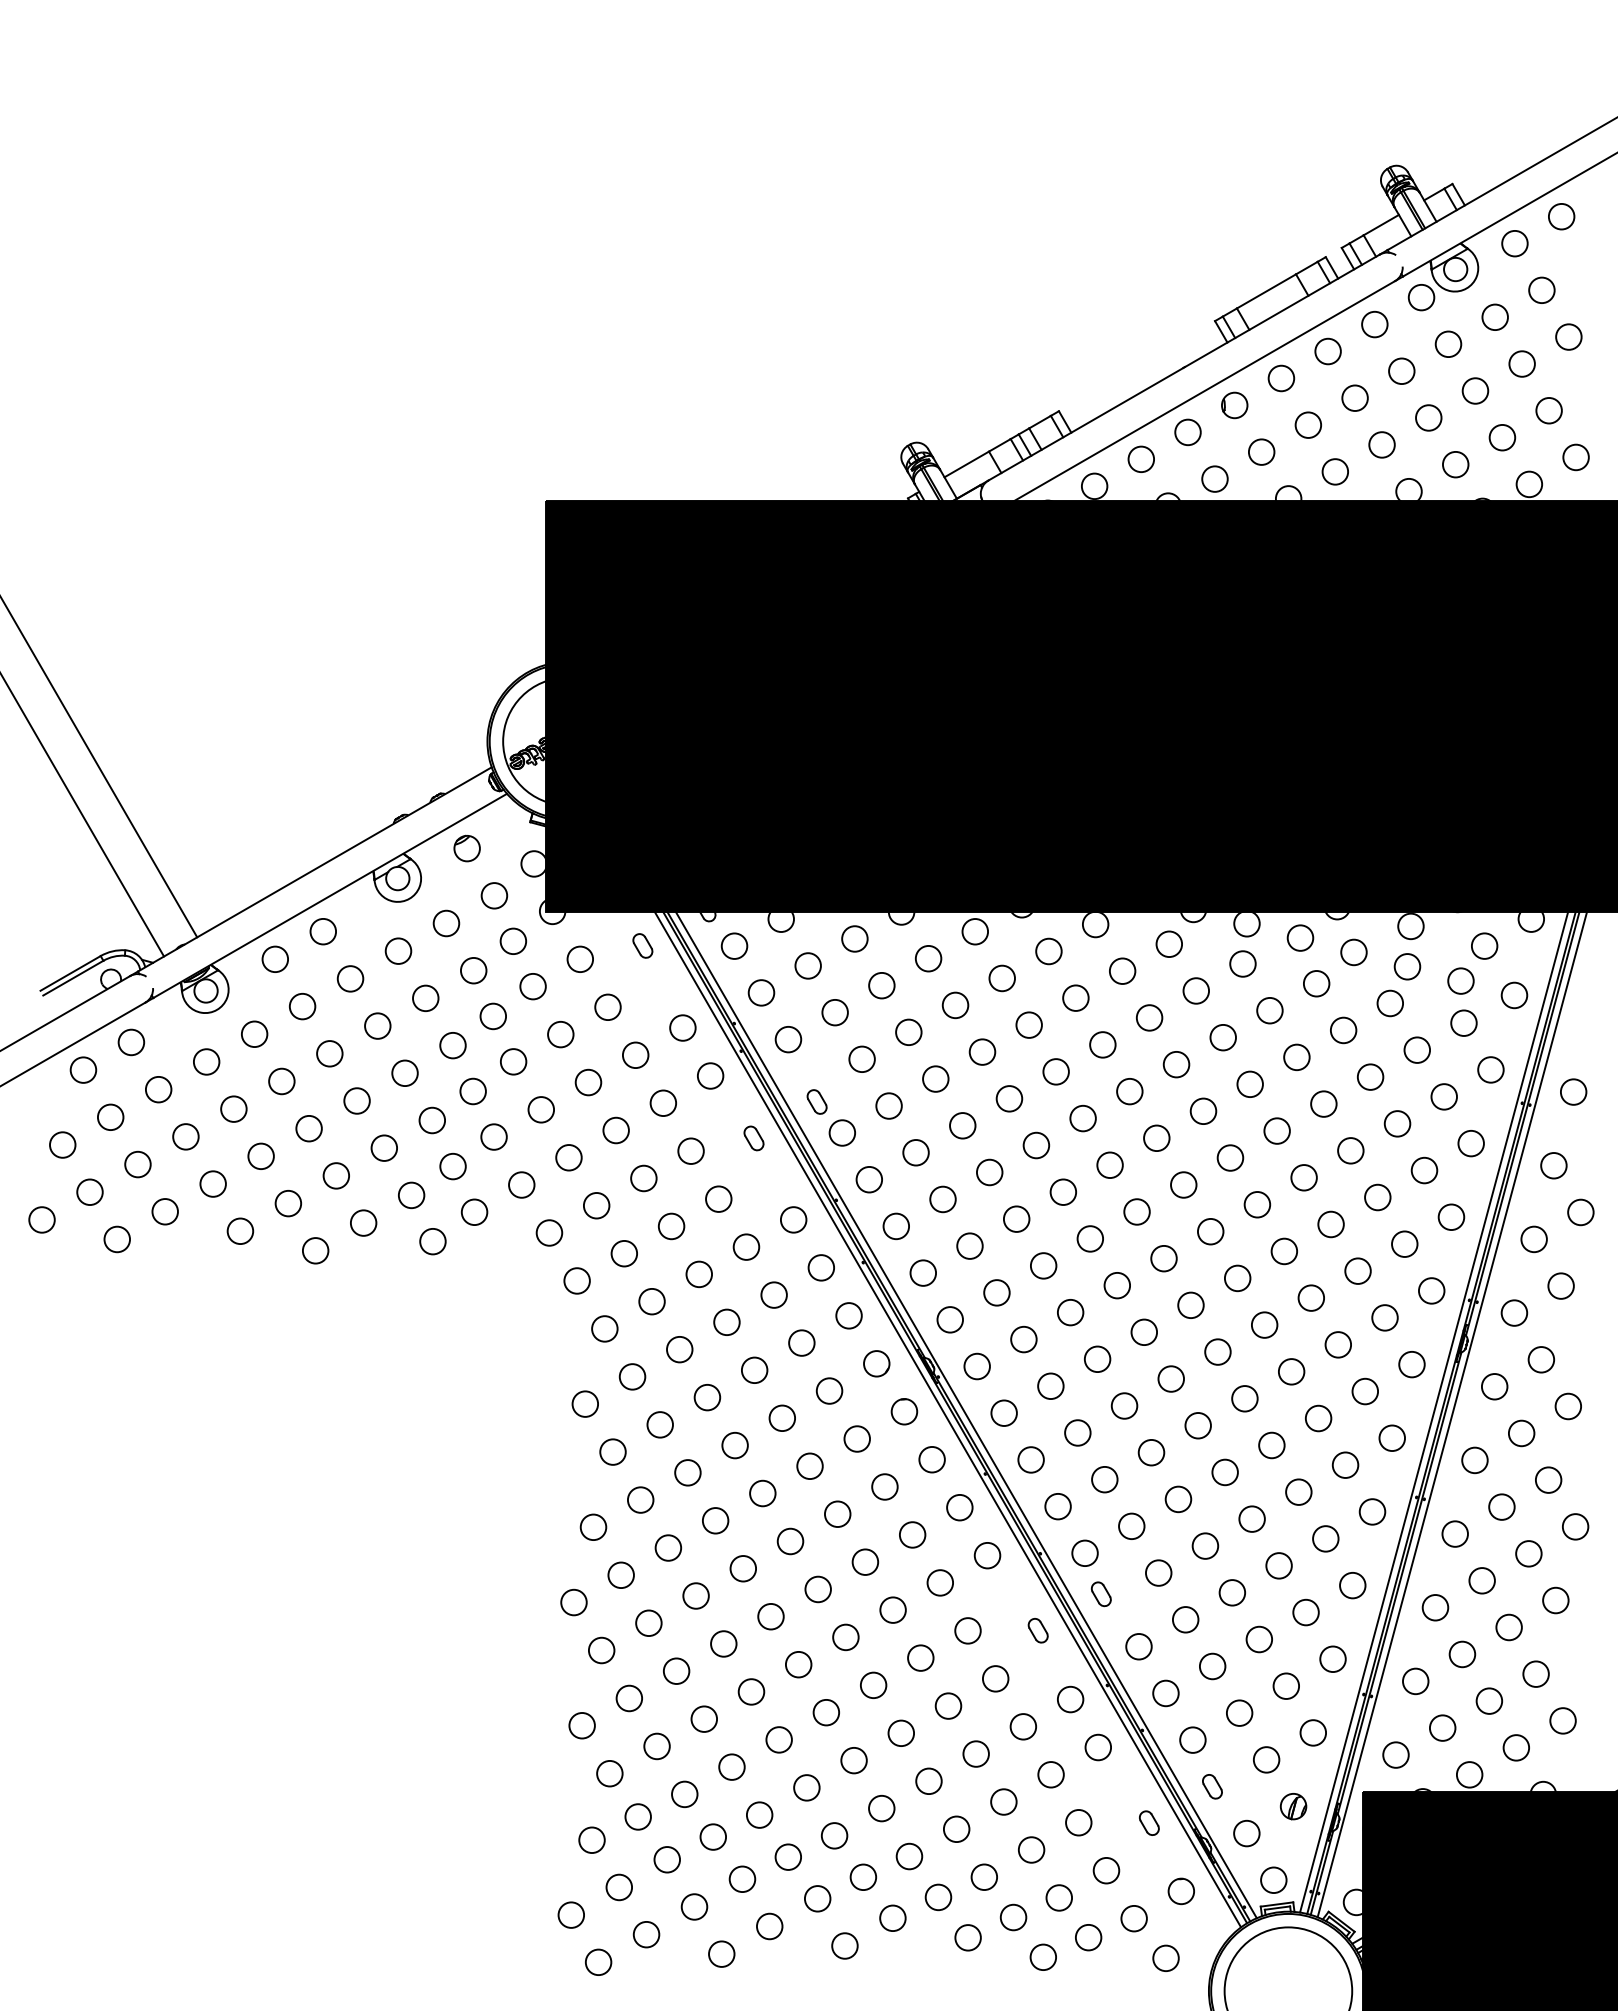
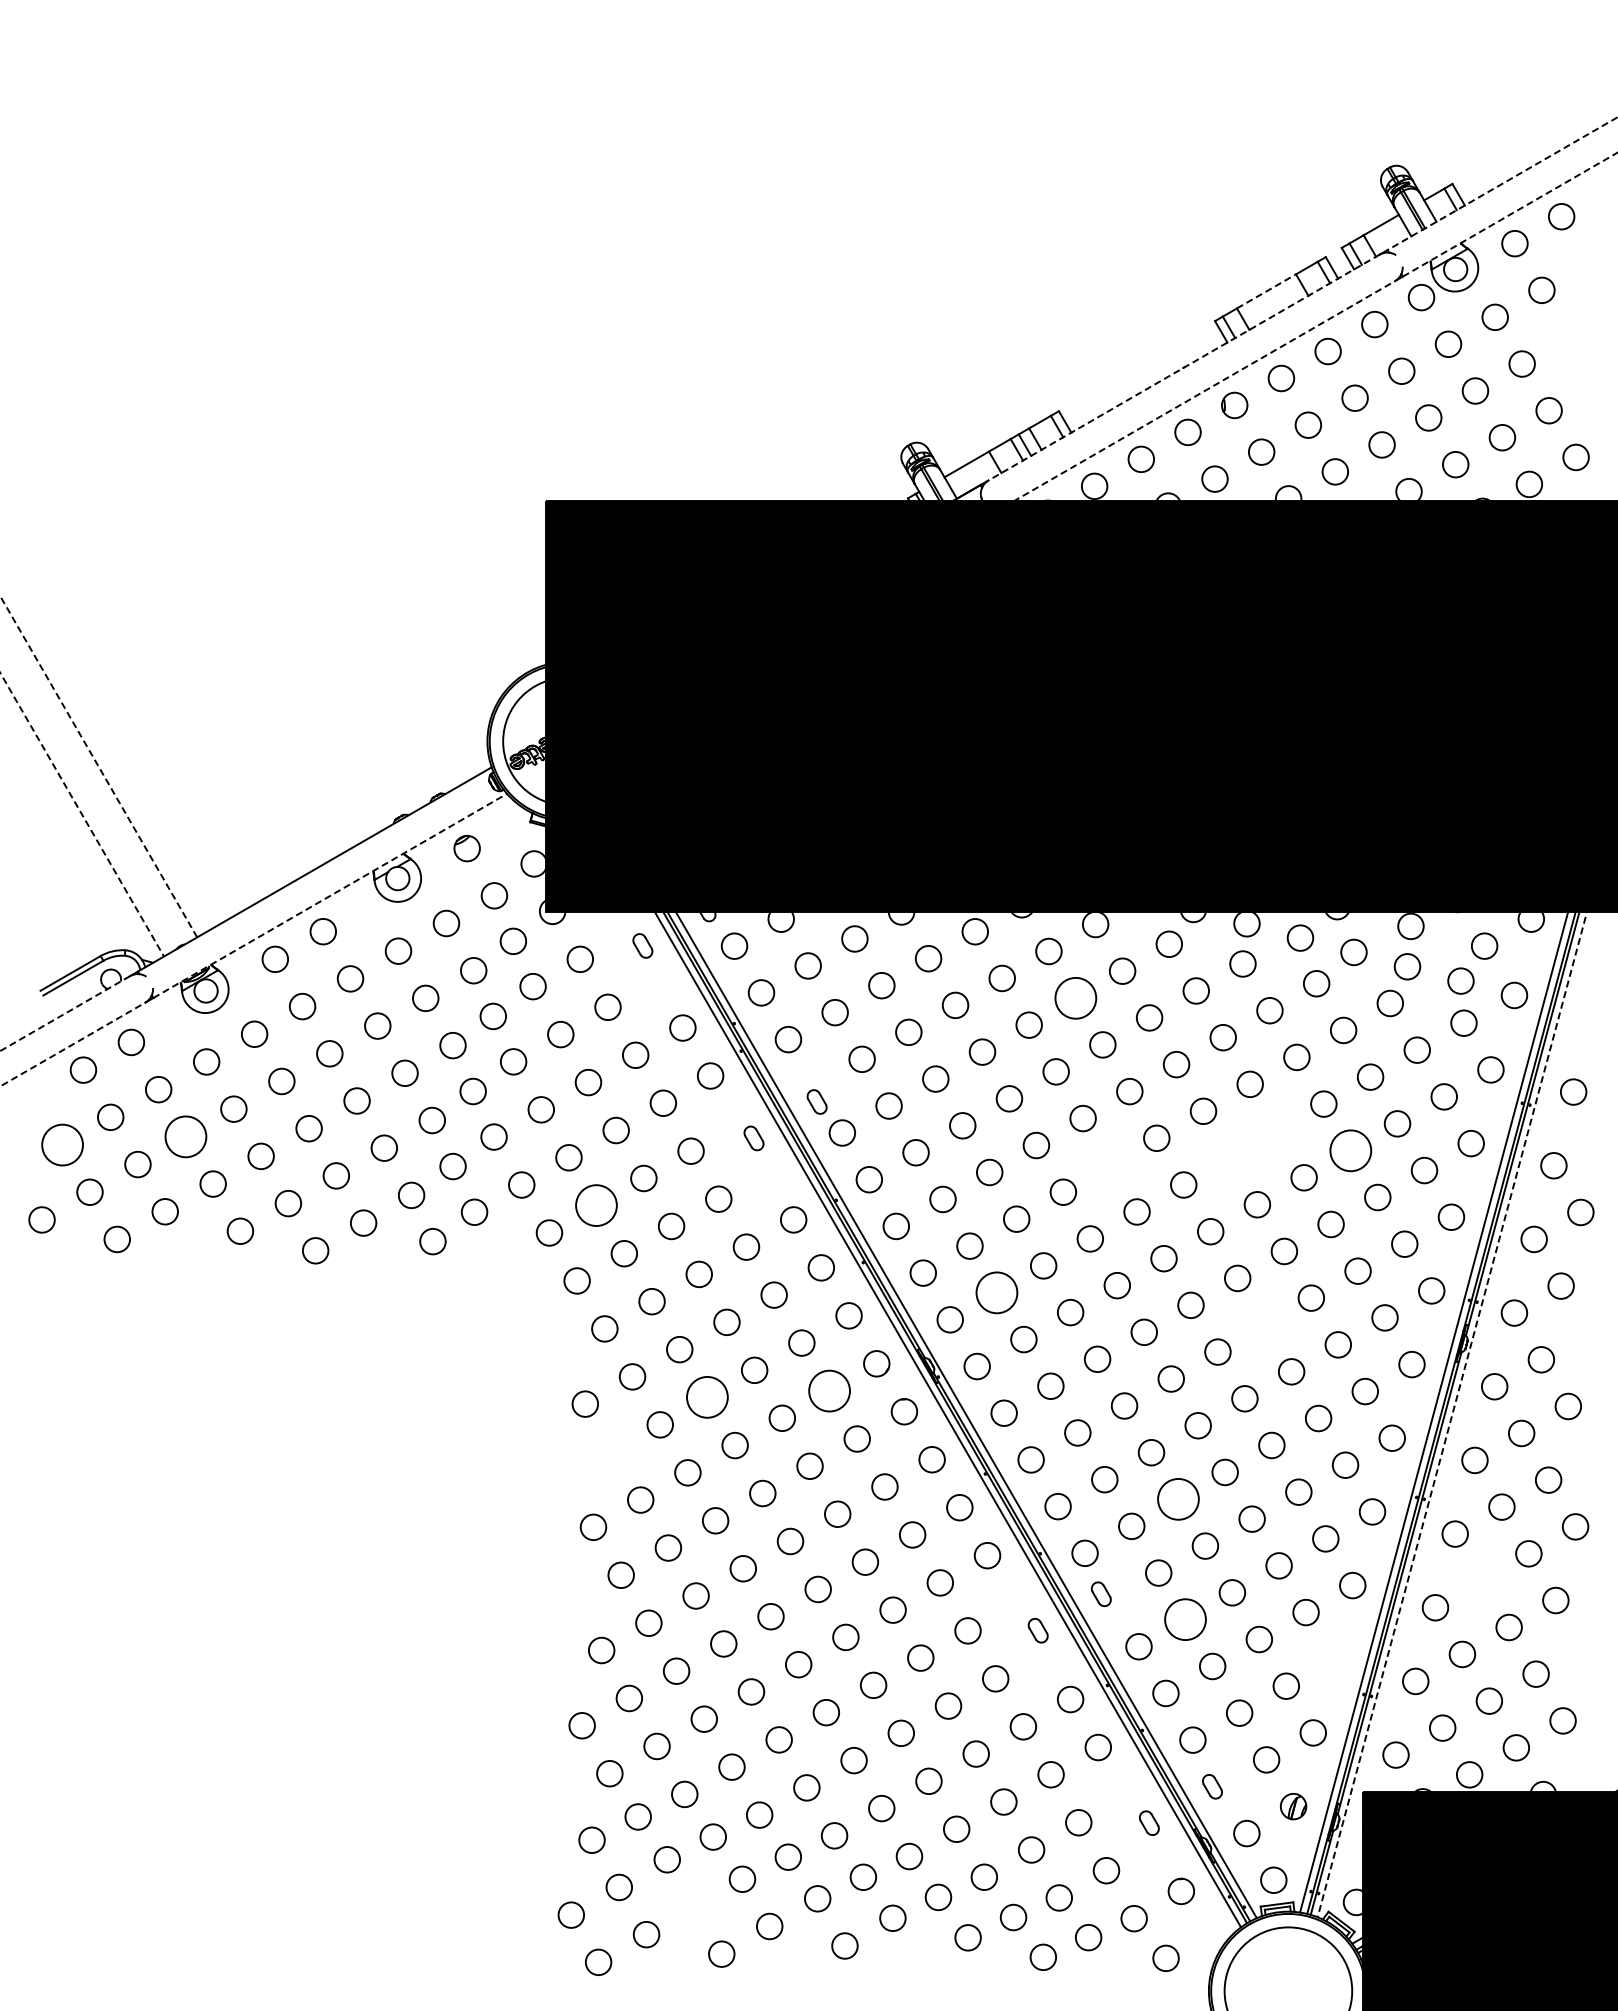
line at (1502, 183): solid -> dashed
line at (1510, 214): solid -> dashed
line at (1266, 291): solid -> dashed
circle at (1568, 336): present -> none
line at (1184, 367): solid -> dashed
line at (1199, 394): solid -> dashed
line at (98, 766): solid -> dashed
line at (82, 814): solid -> dashed
line at (330, 895): solid -> dashed
circle at (1075, 997) size: 28x28 px -> 44x43 px
line at (65, 1013): solid -> dashed
line at (72, 1044): solid -> dashed
circle at (1276, 1130): present -> none
circle at (185, 1136) diameter: 26 px -> 41 px
circle at (62, 1144) size: 28x28 px -> 43x44 px
circle at (1350, 1150) diameter: 26 px -> 41 px
circle at (1230, 1157): present -> none
circle at (1109, 1164): present -> none
circle at (596, 1205) size: 28x28 px -> 43x43 px
circle at (996, 1292) diameter: 26 px -> 41 px
circle at (1264, 1324): present -> none
line at (1467, 1357): solid -> dashed
circle at (829, 1390) size: 29x28 px -> 43x44 px
circle at (707, 1397) size: 29x28 px -> 43x43 px
circle at (612, 1451): present -> none
circle at (1178, 1499) size: 29x29 px -> 43x43 px
circle at (1481, 1580): present -> none
circle at (573, 1602): present -> none
circle at (1185, 1619) size: 28x28 px -> 43x43 px
circle at (1332, 1658): present -> none
circle at (694, 1906): present -> none
